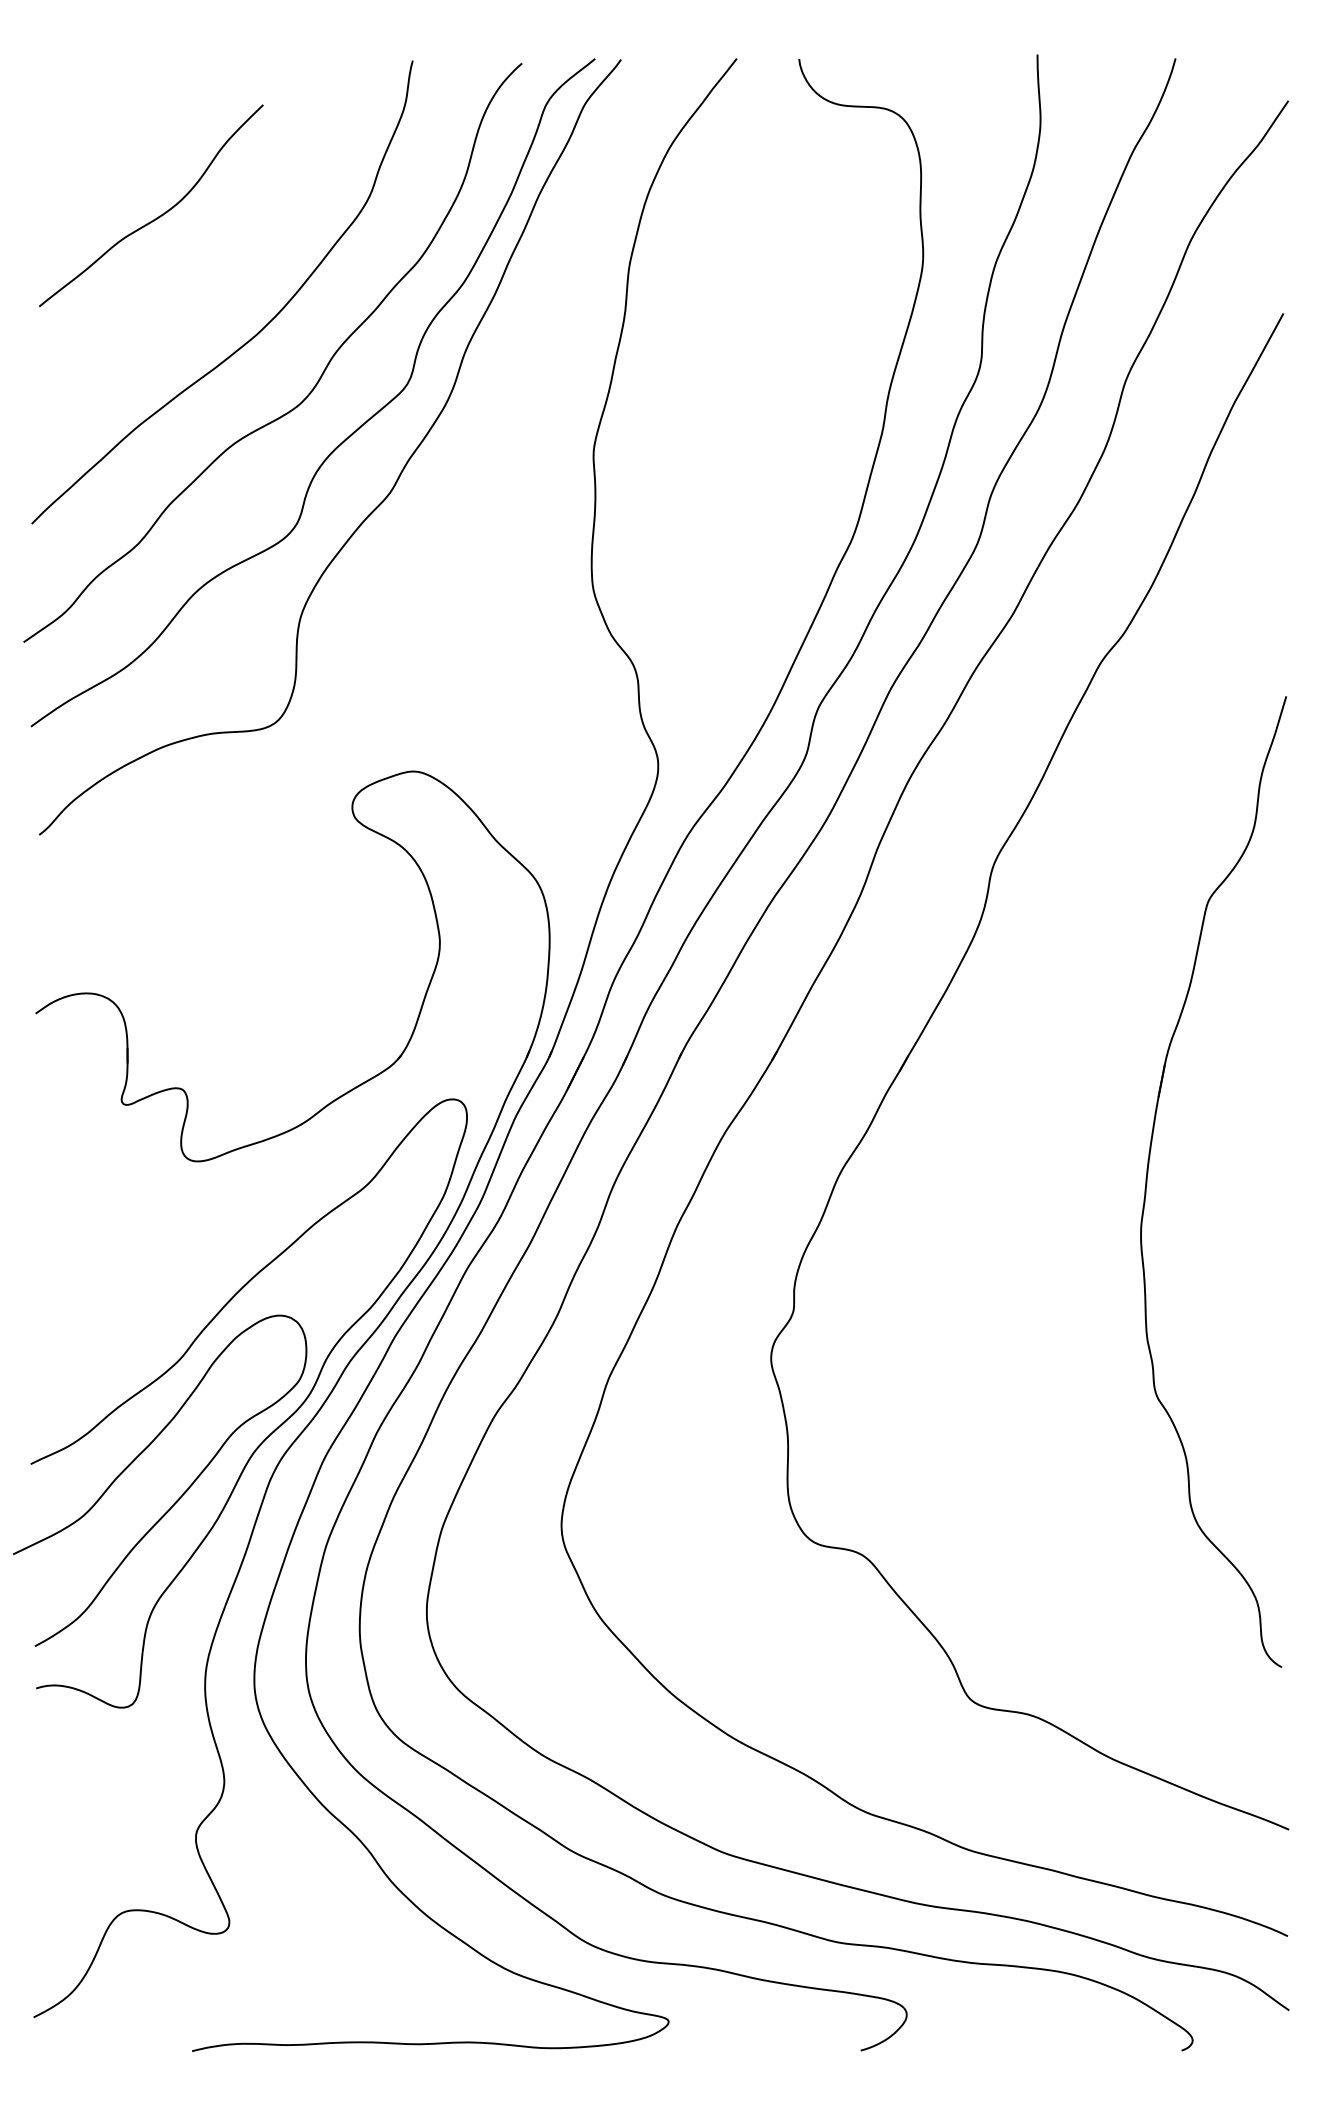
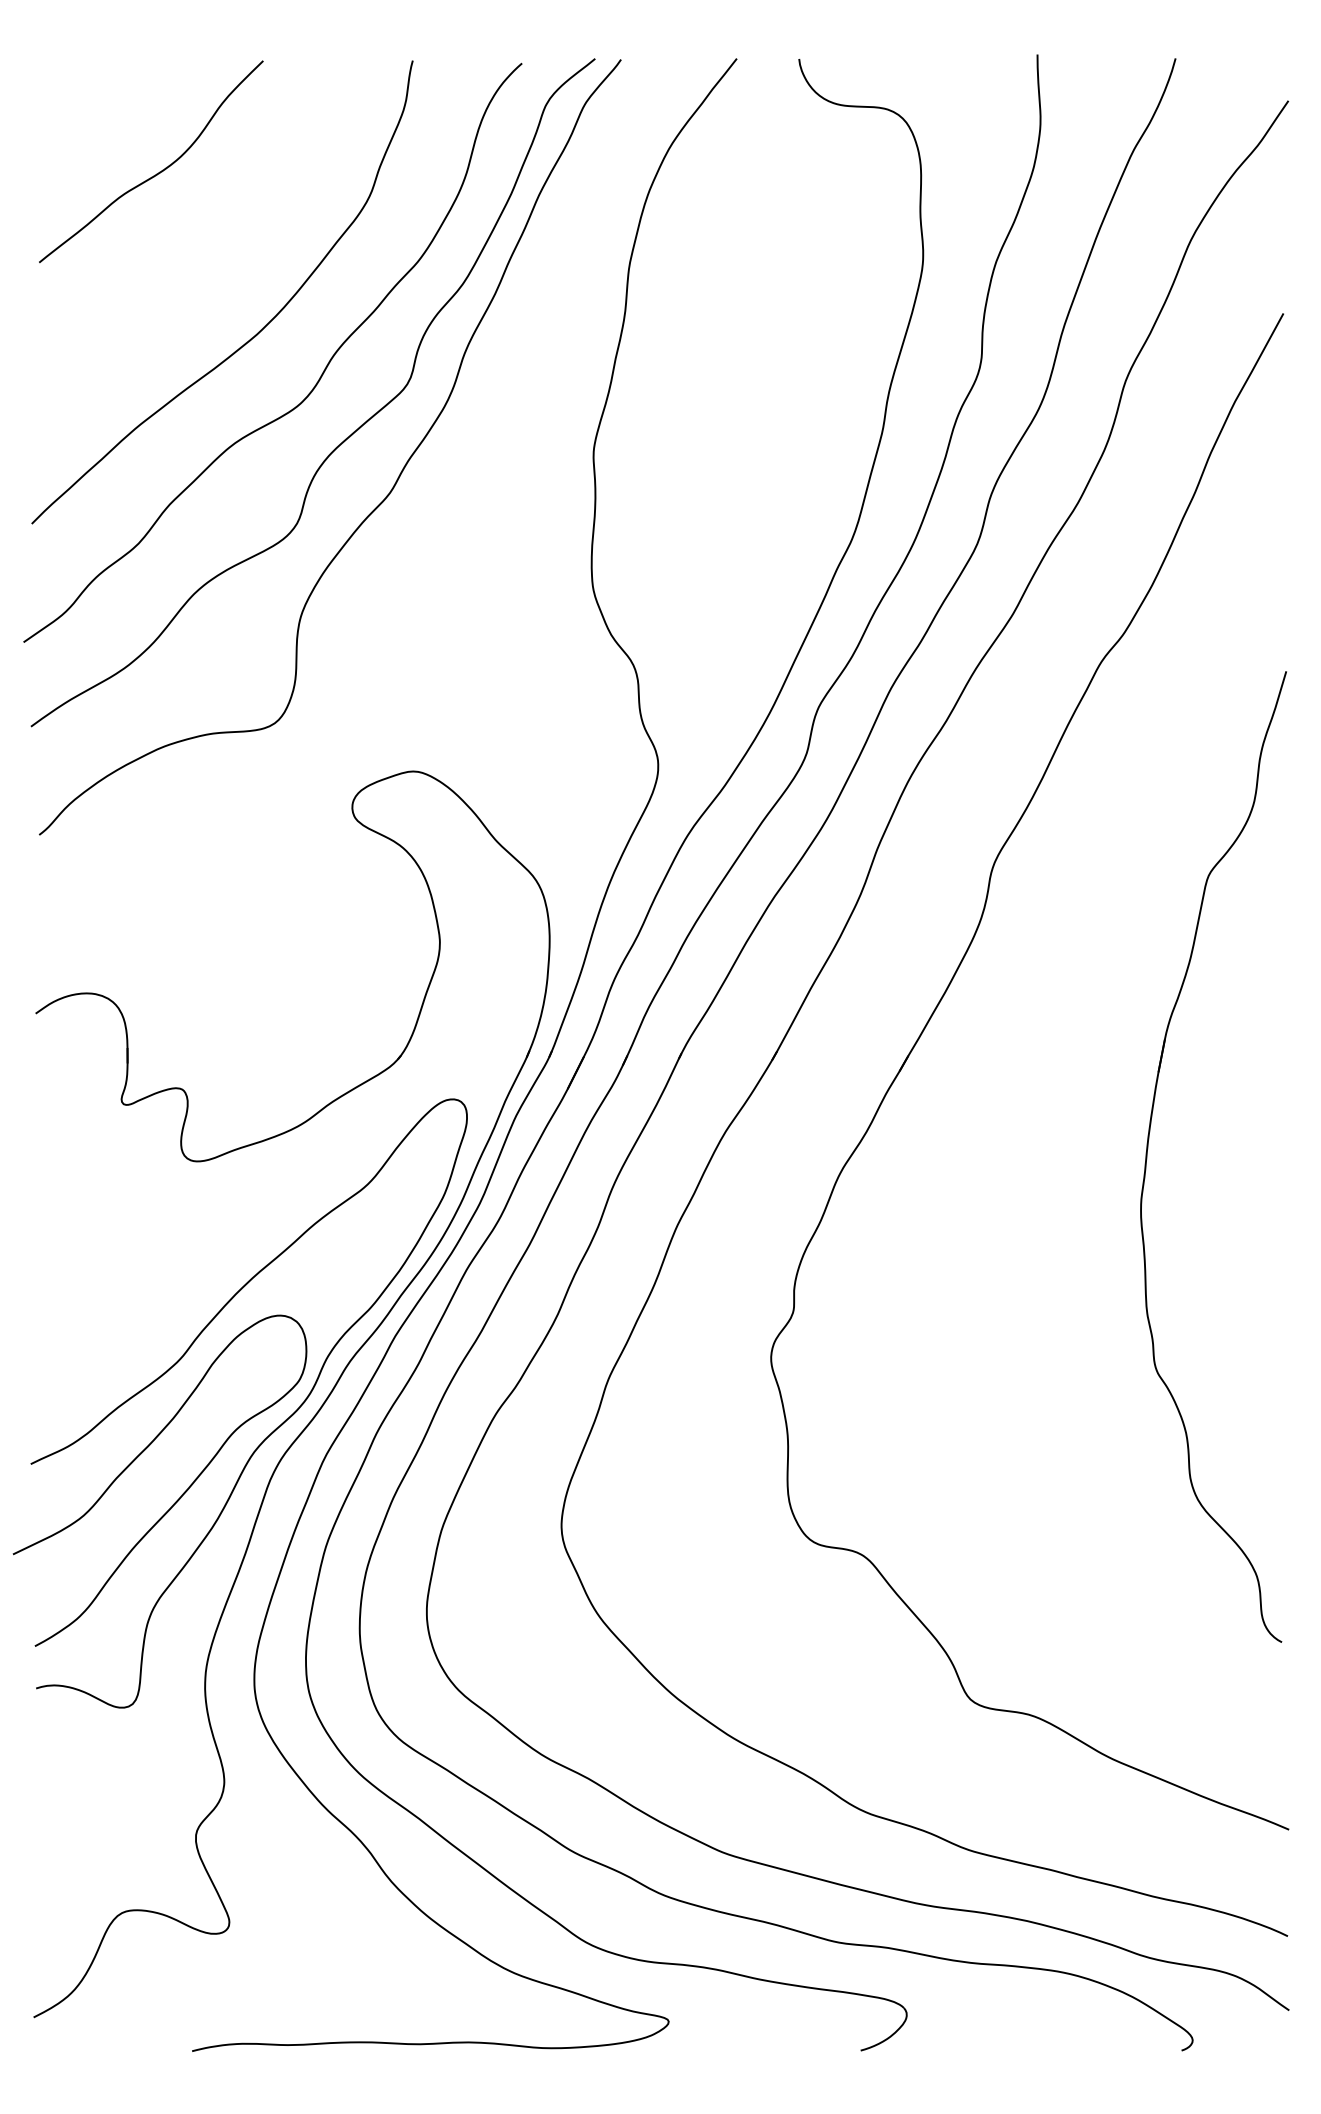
curve at (159, 215) position: (159, 215) -> (159, 171)
part at (1148, 1173) position: (1148, 1173) -> (1148, 1148)
